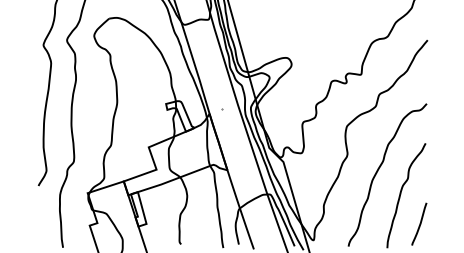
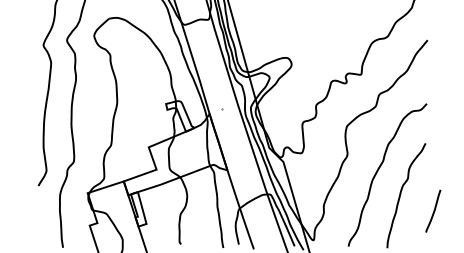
curve at (419, 223) position: (419, 223) -> (433, 210)
